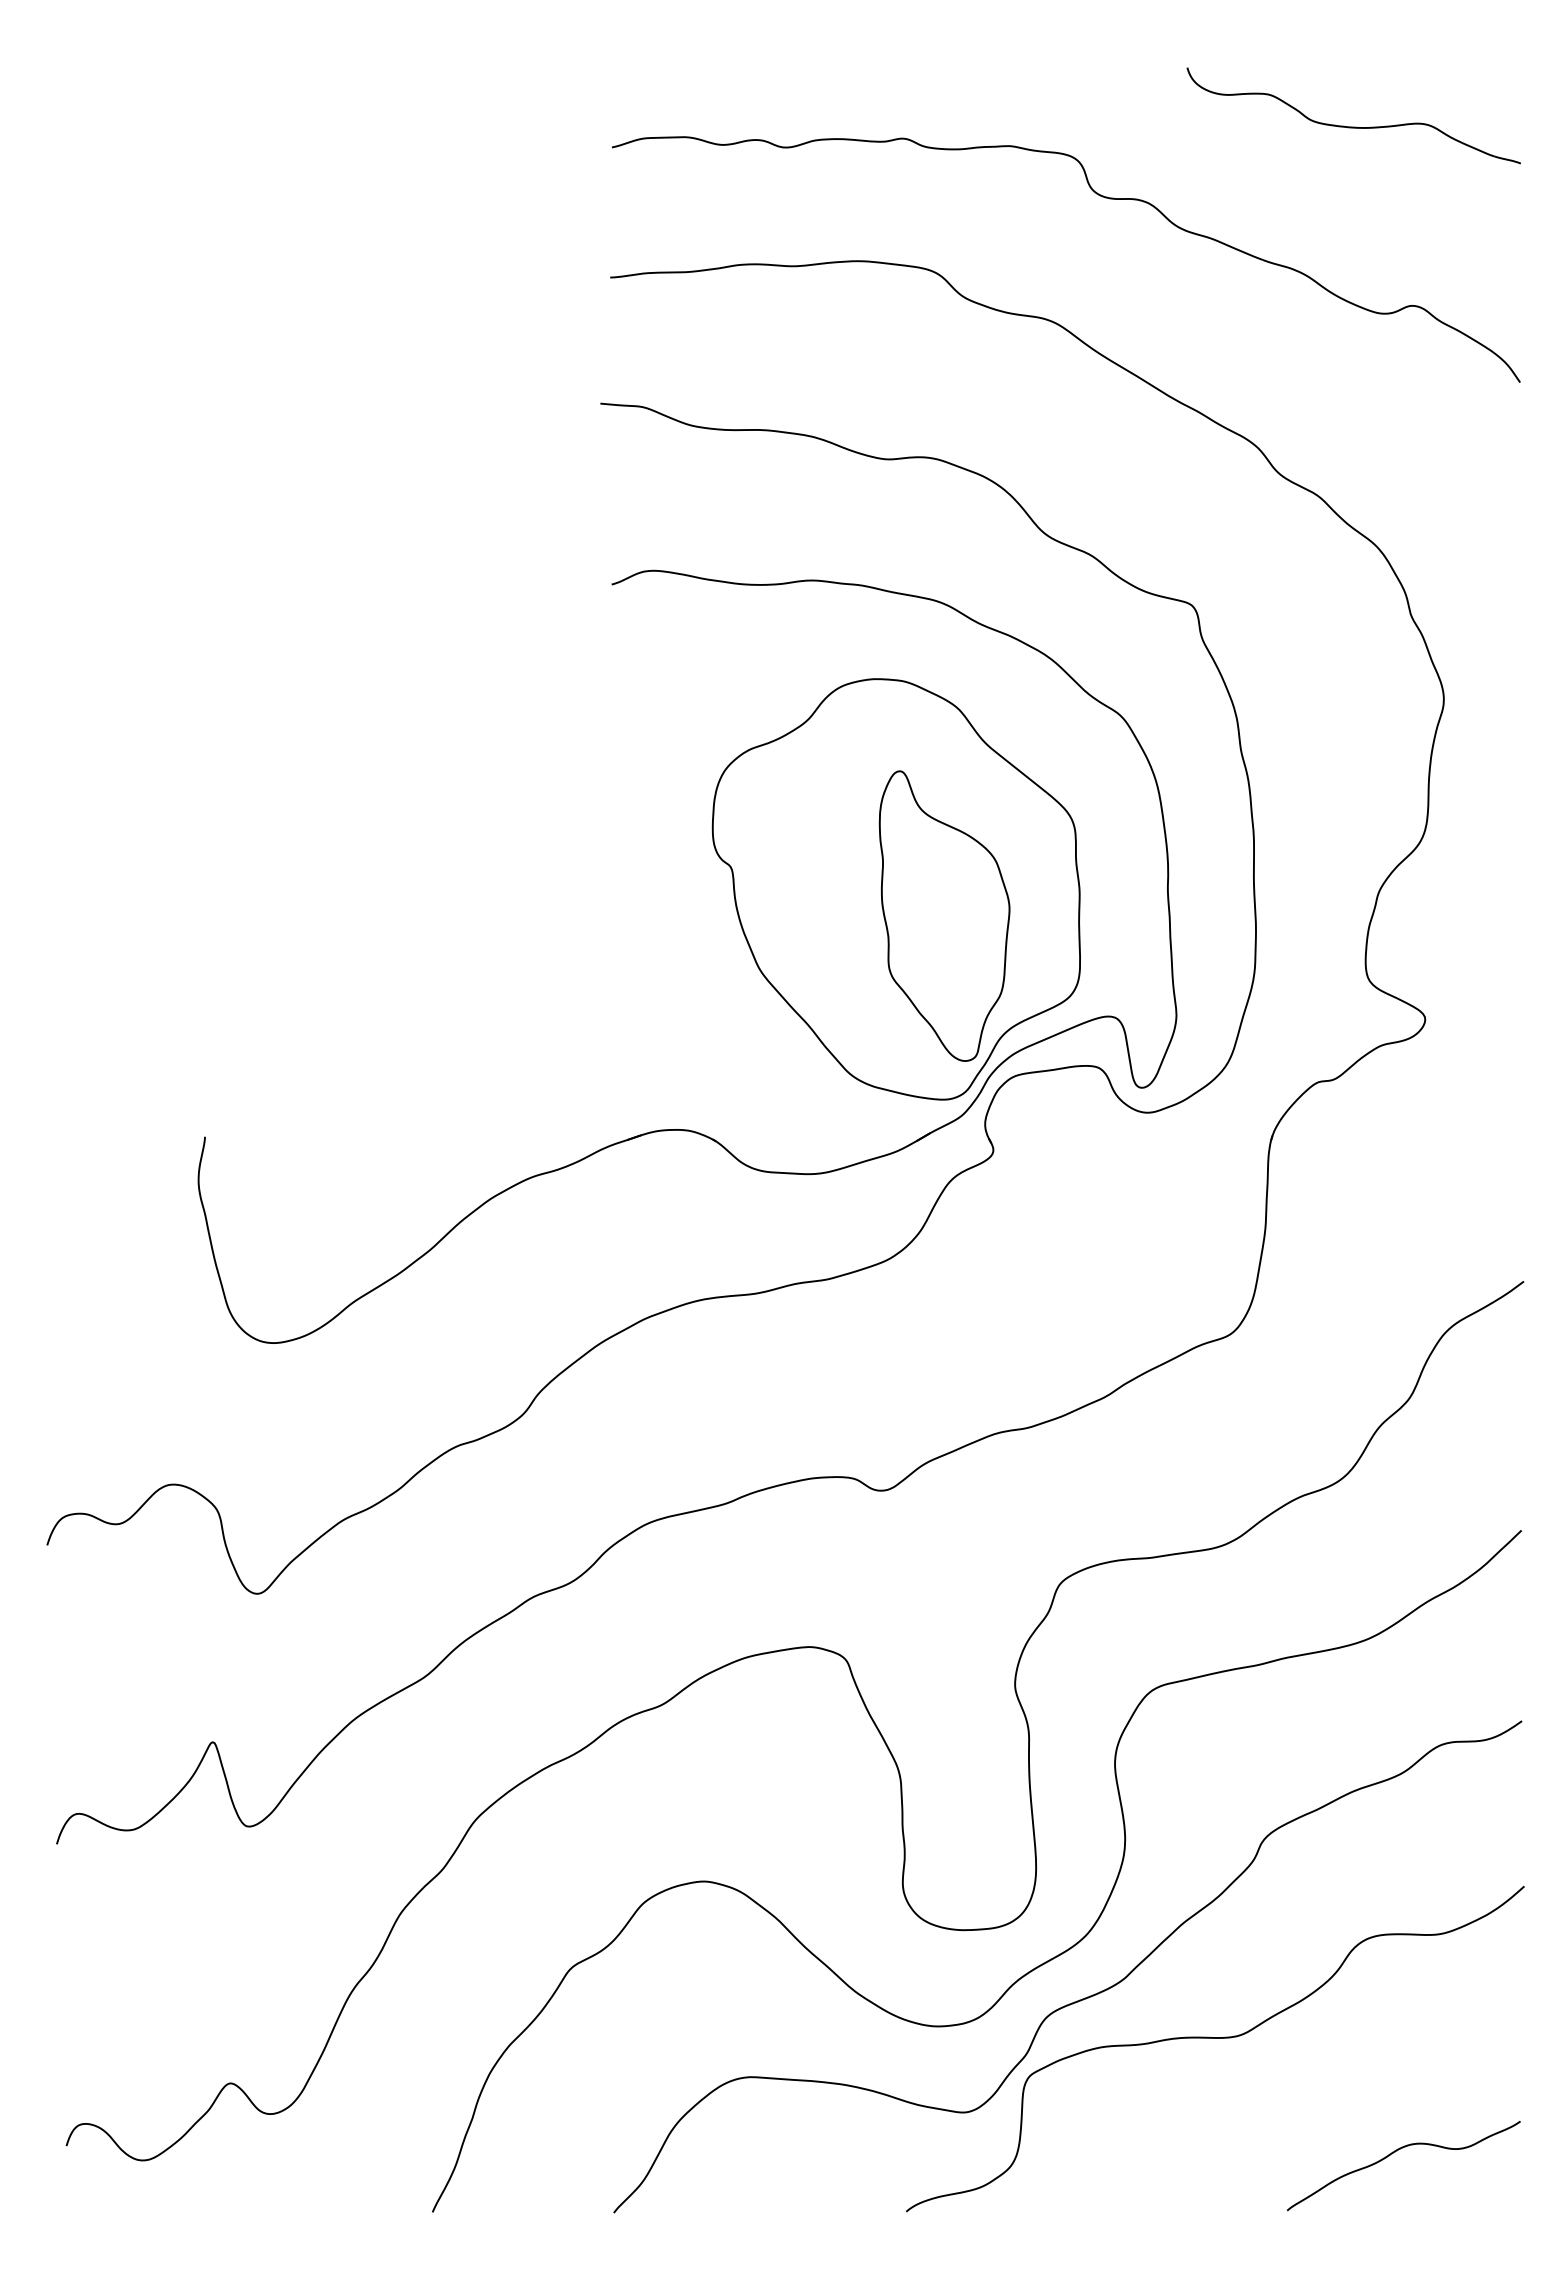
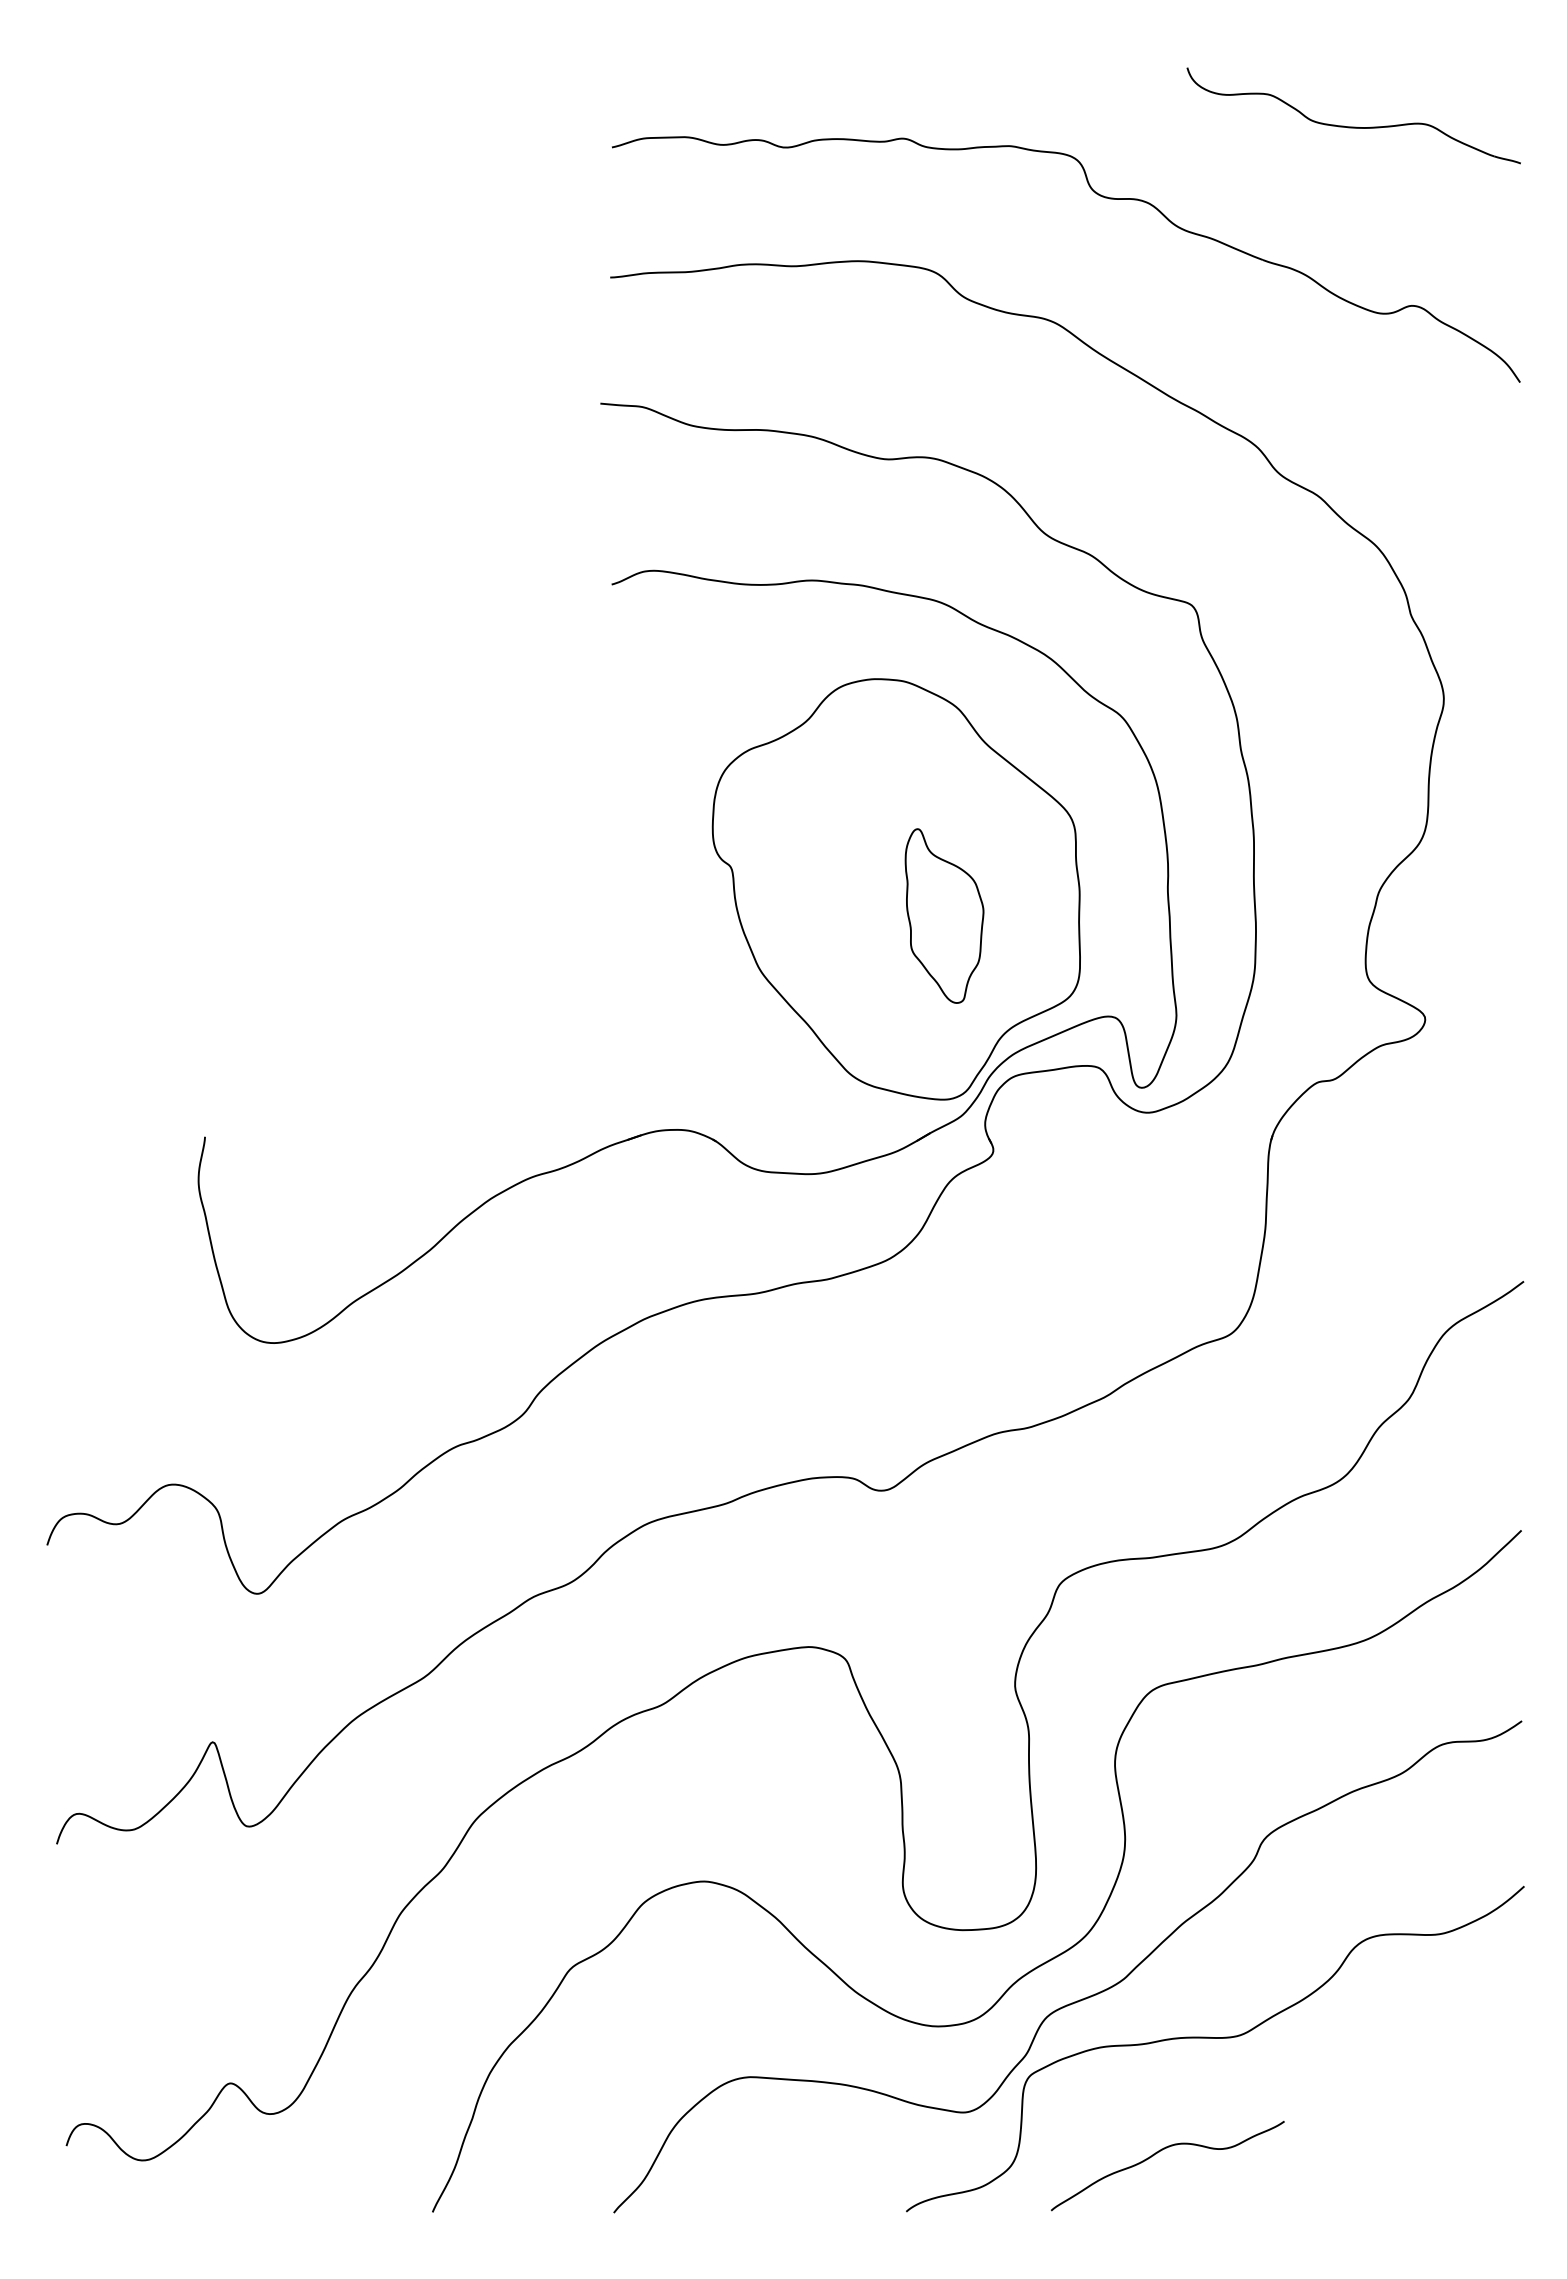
part at (944, 915) size: 133x292 px -> 81x176 px
curve at (1395, 2152) position: (1395, 2152) -> (1159, 2152)
